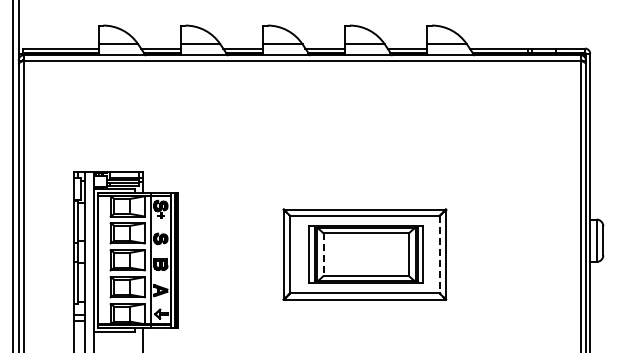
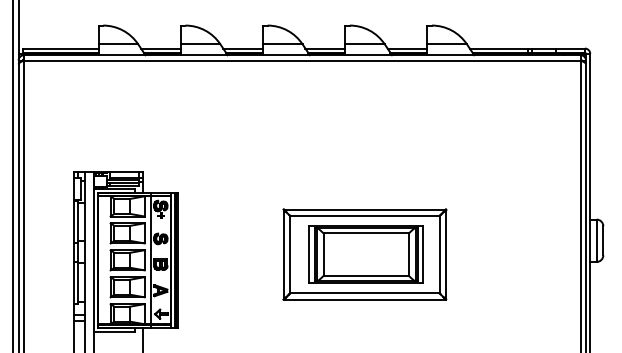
line at (439, 254): dashed -> solid
line at (323, 255): dashed -> solid
